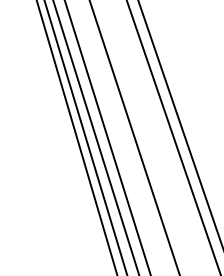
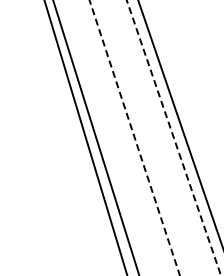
line at (76, 137): present -> none
line at (107, 137): present -> none
line at (134, 137): solid -> dashed
line at (174, 138): solid -> dashed
